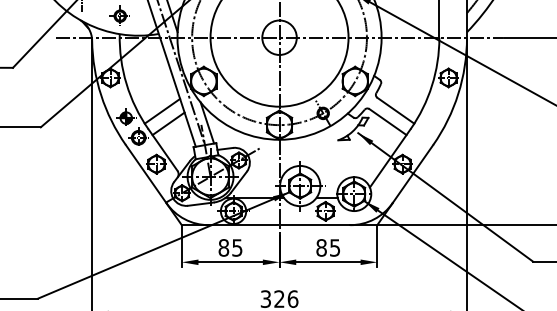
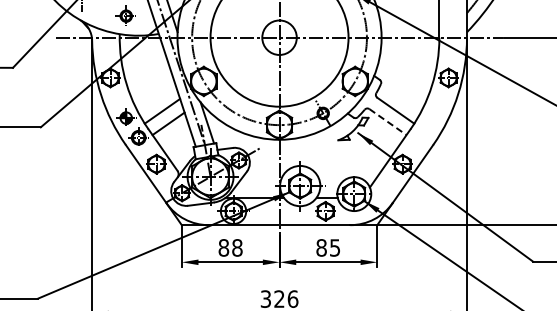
part at (119, 15) position: (119, 15) -> (125, 15)
line at (387, 122): solid -> dashed
text at (237, 247): 85 -> 88
